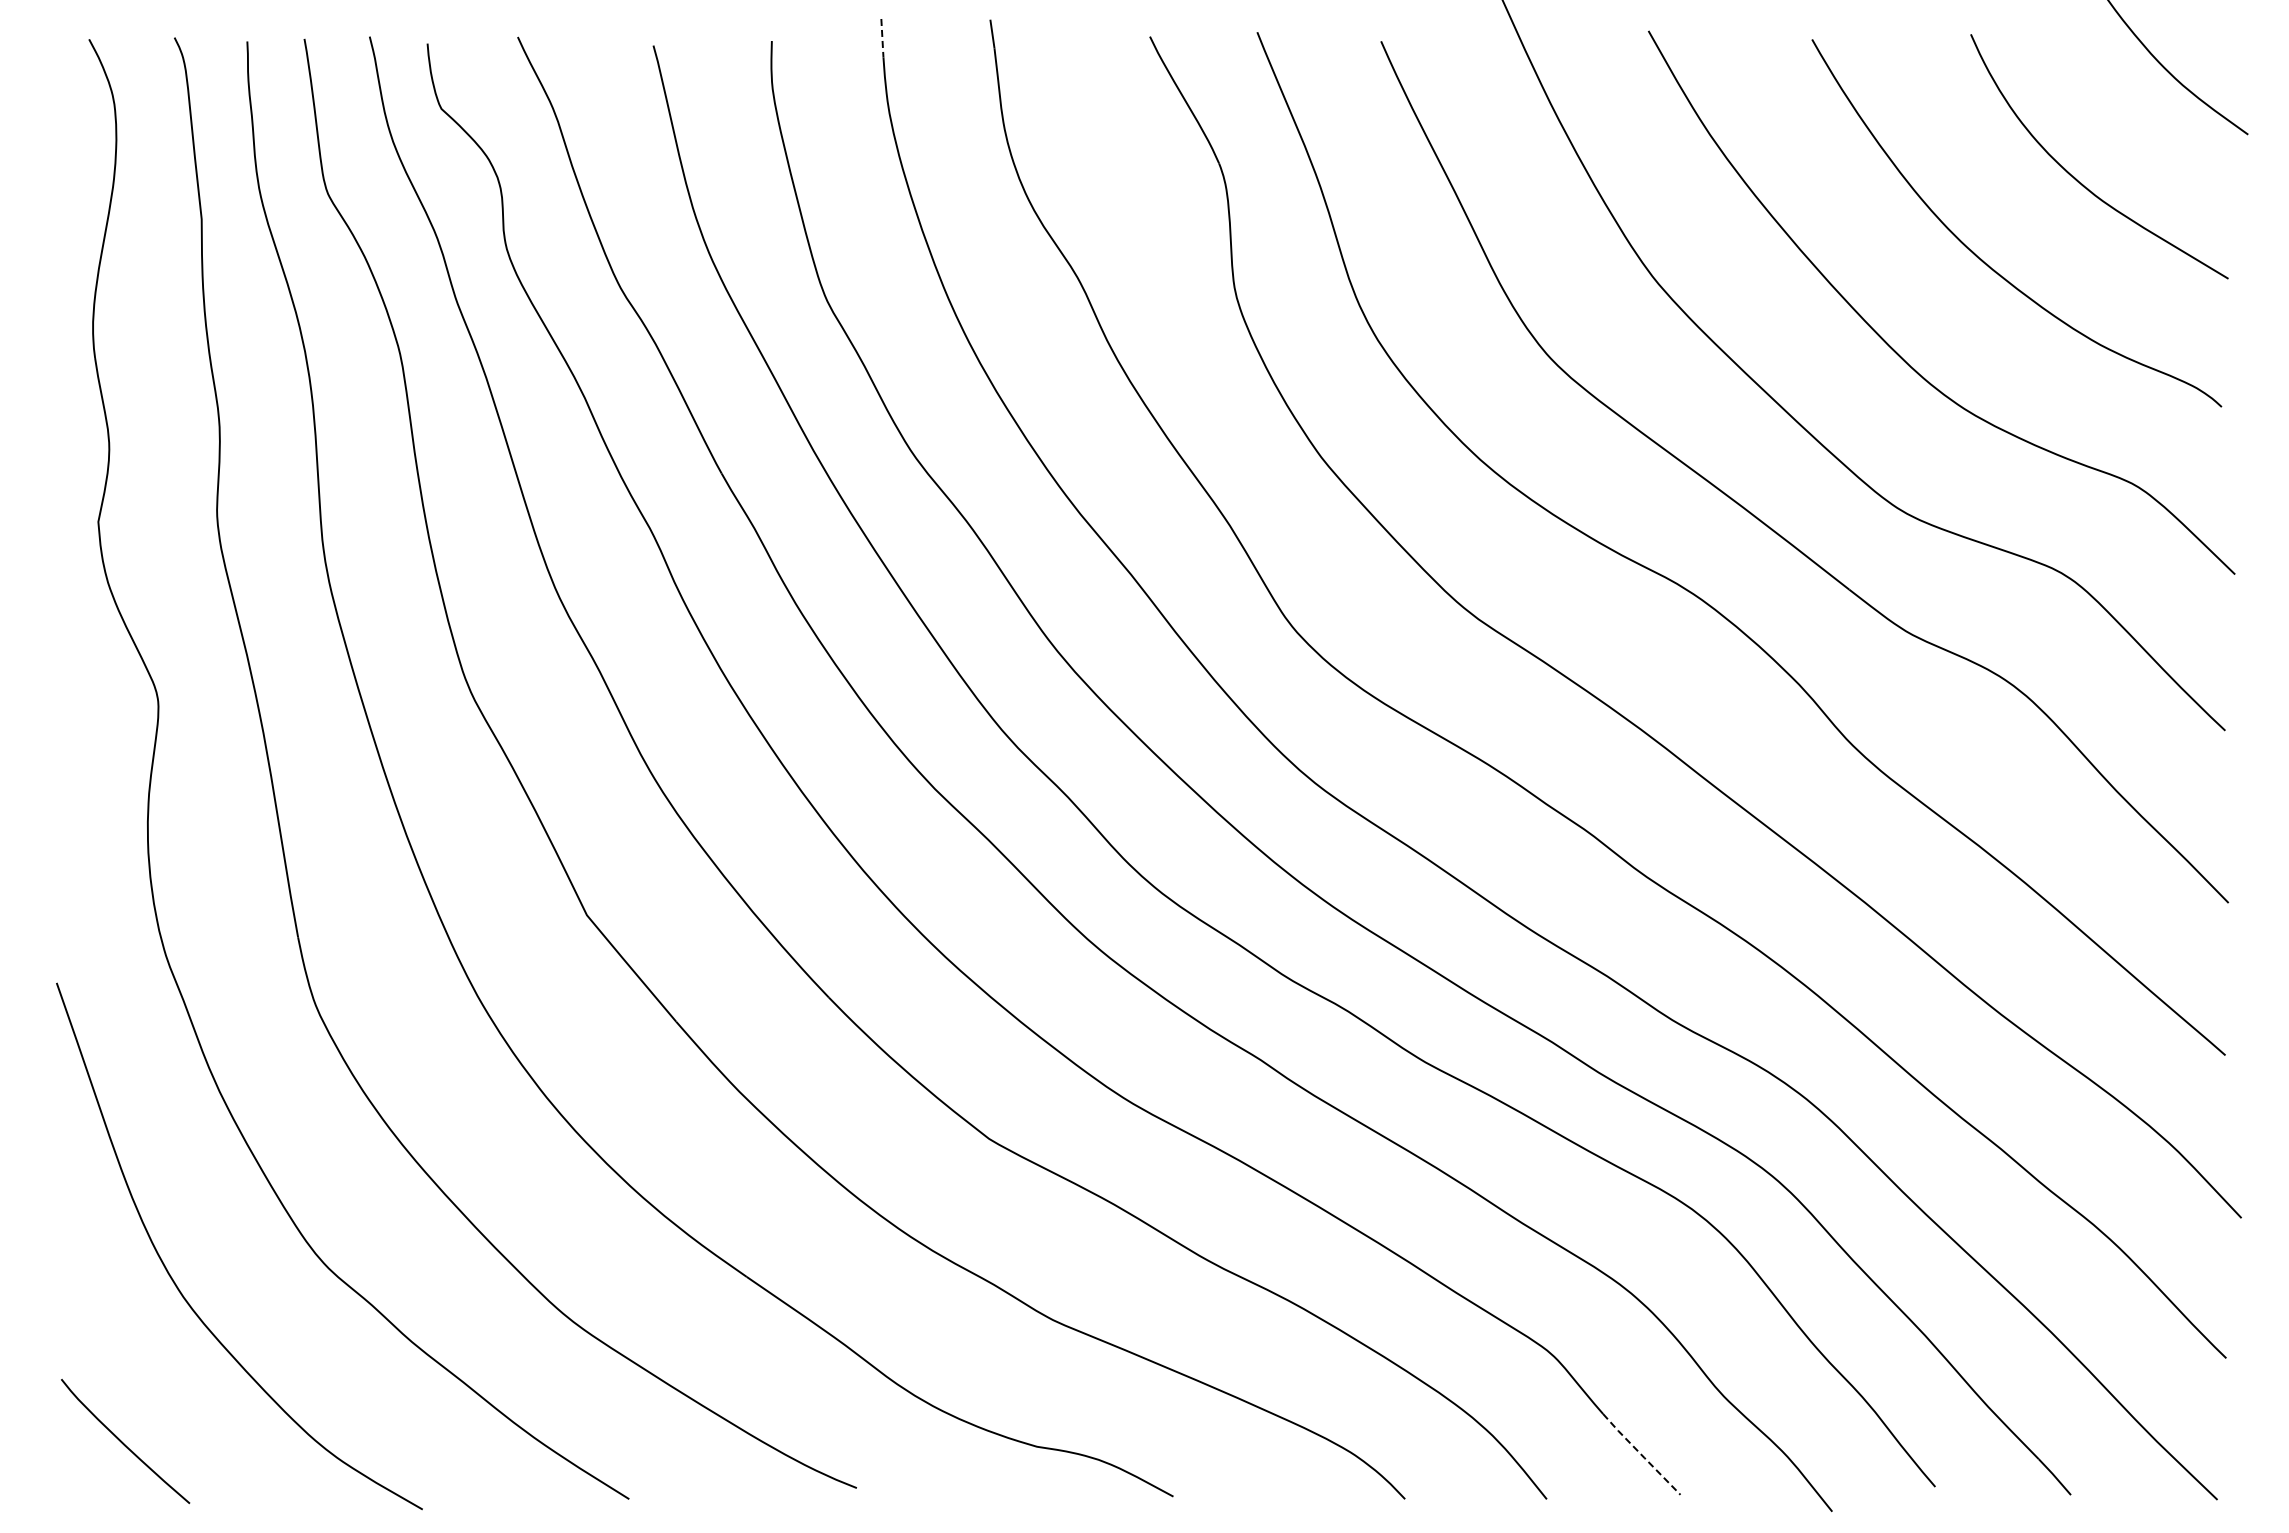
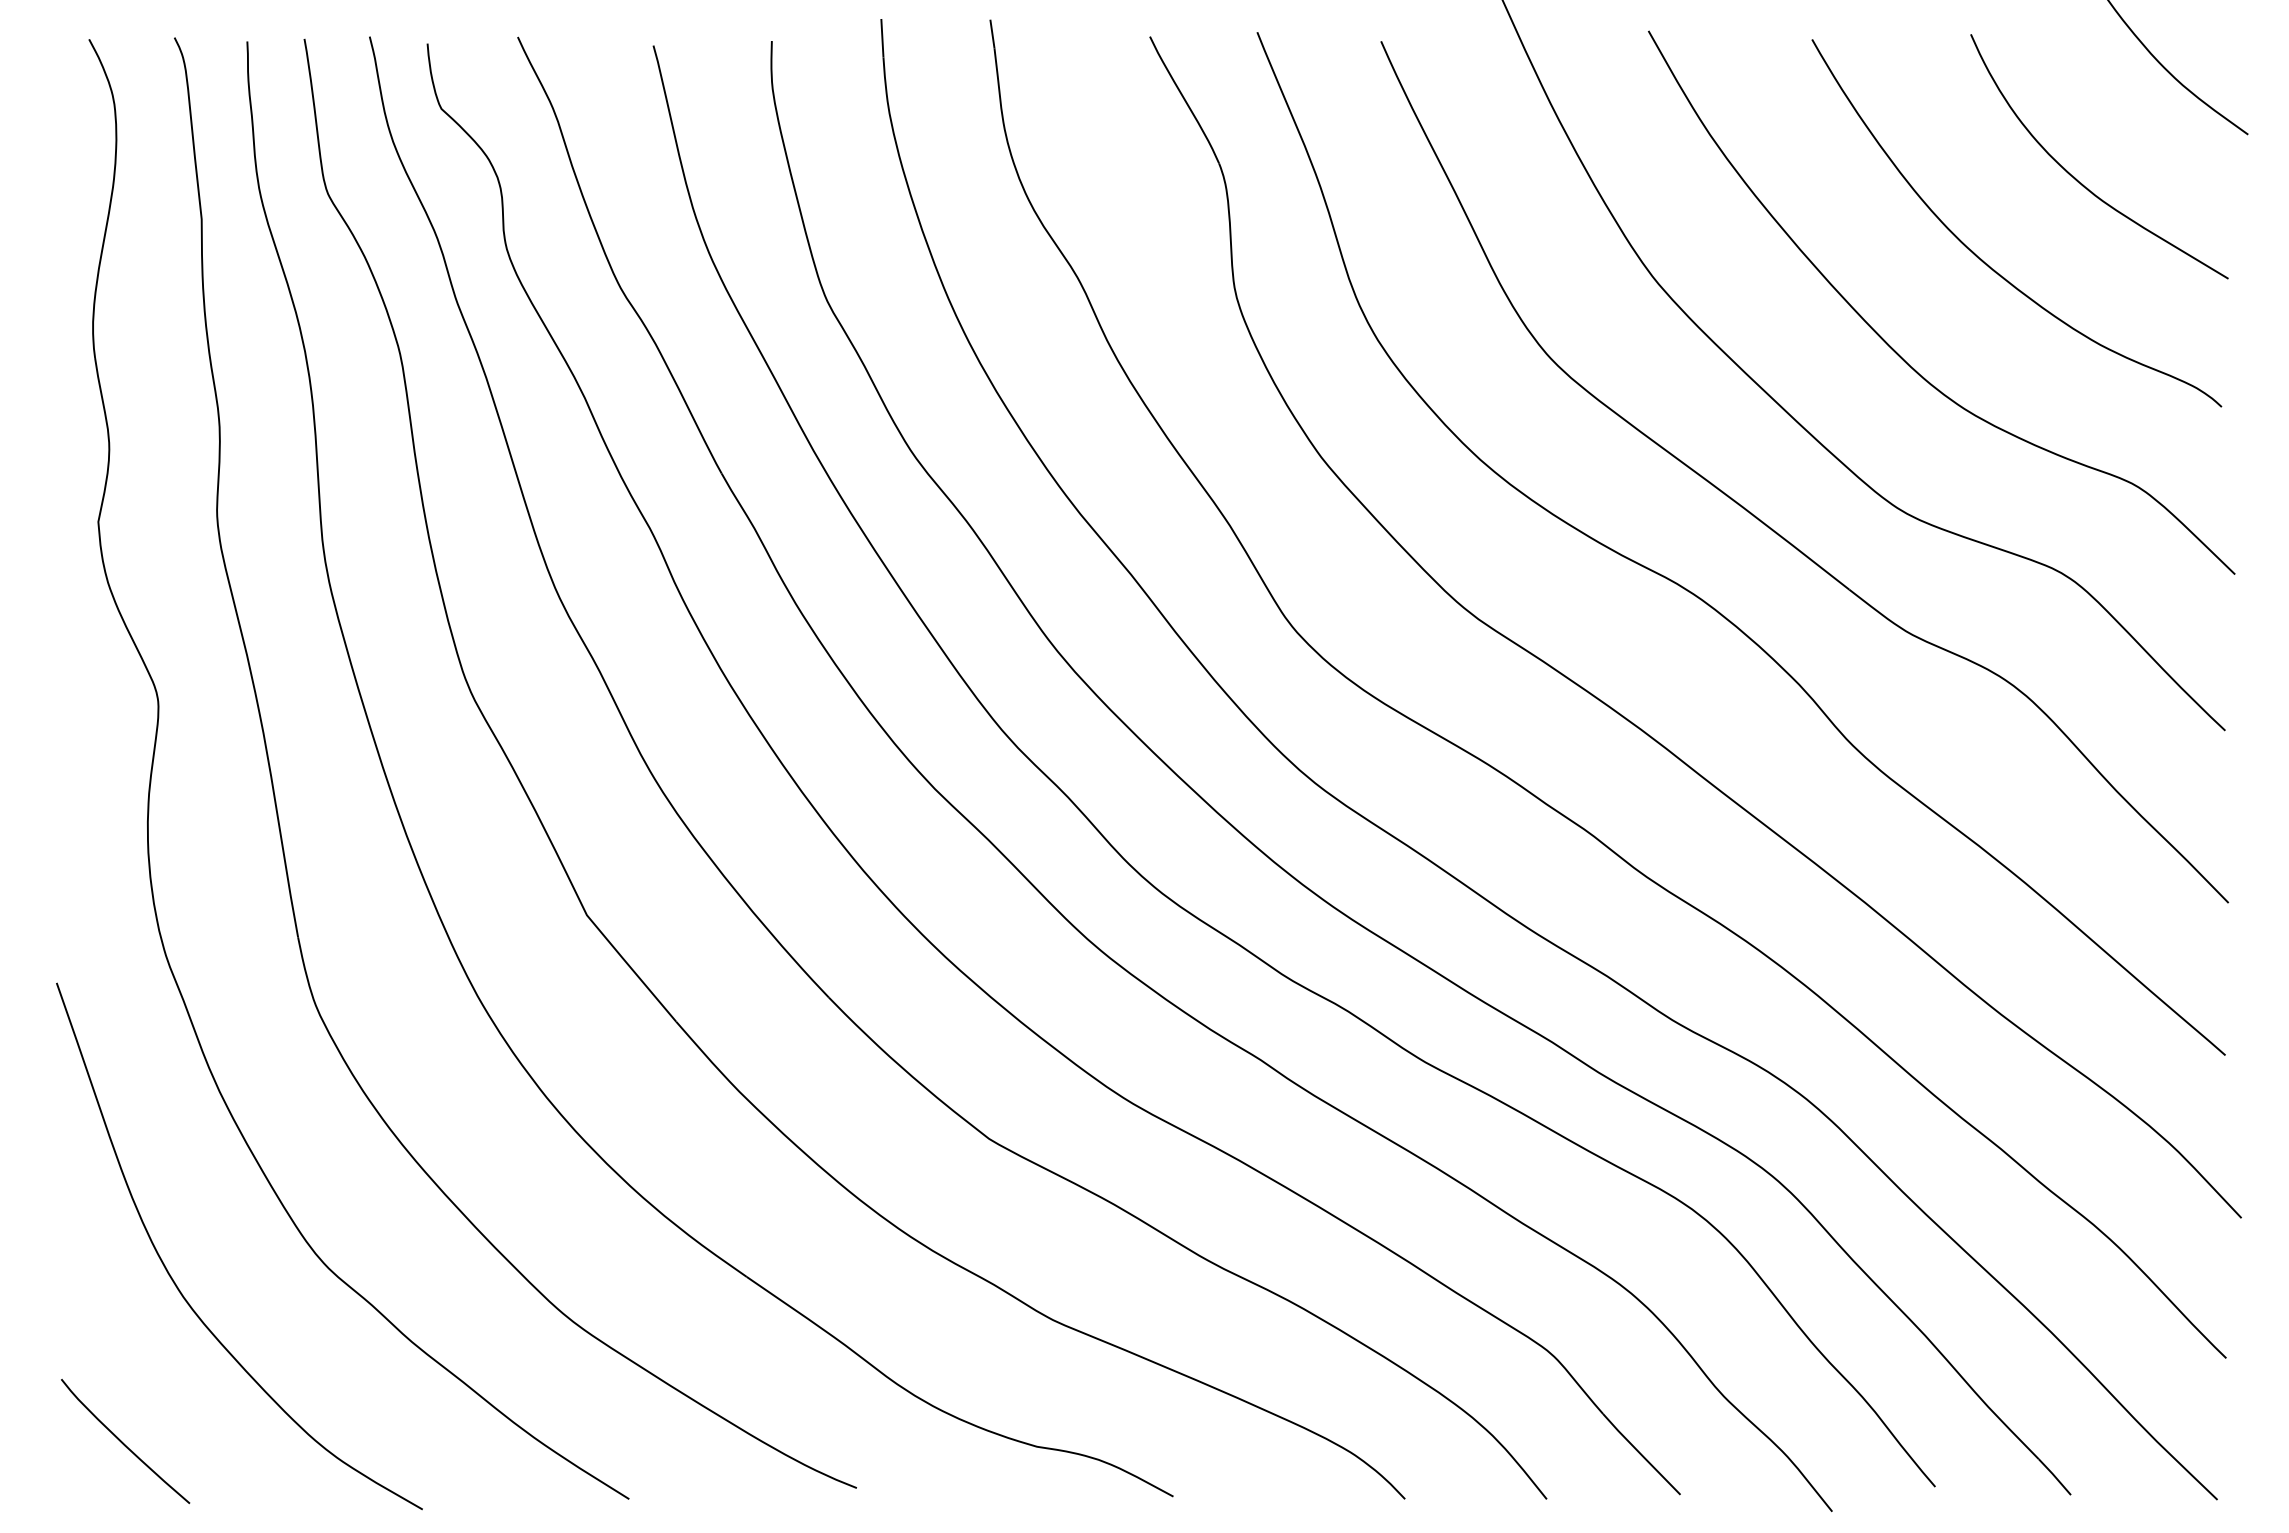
line at (882, 38): dashed -> solid
line at (1641, 1455): dashed -> solid
